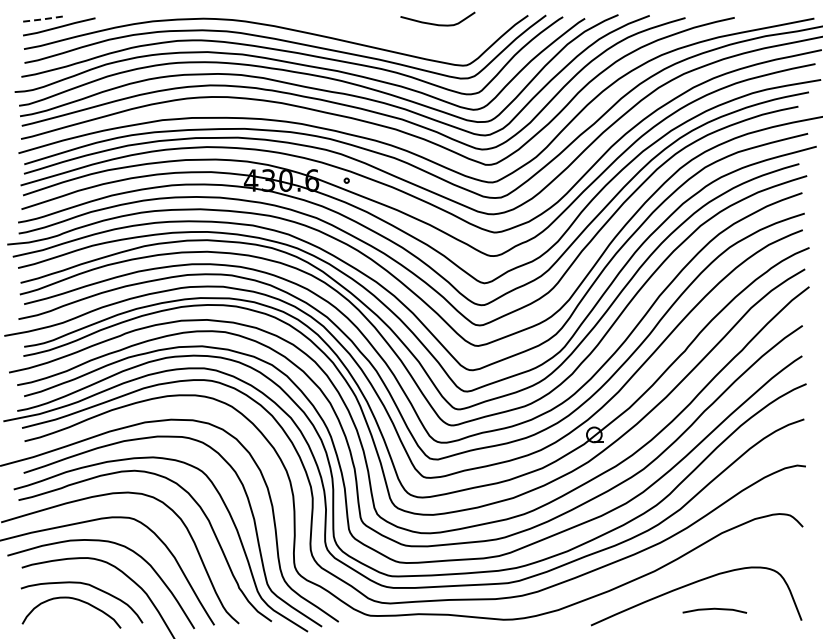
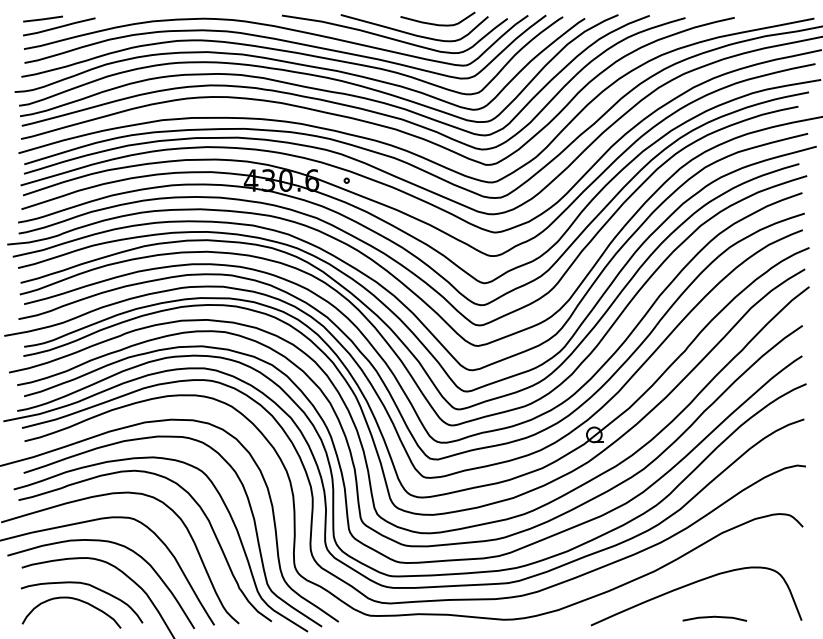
line at (43, 19): dashed -> solid
part at (394, 33): none -> present
line at (714, 609) position: (714, 609) -> (714, 617)
